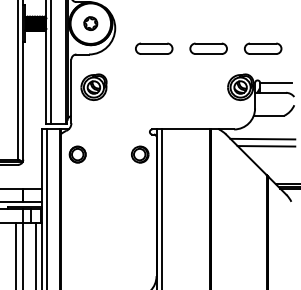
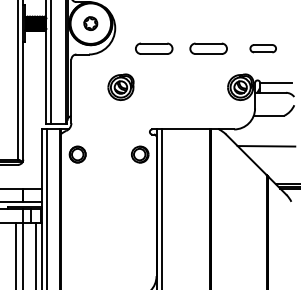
part at (263, 48) size: 39x13 px -> 28x10 px
part at (93, 86) position: (93, 86) -> (120, 86)
line at (262, 138): present -> none
